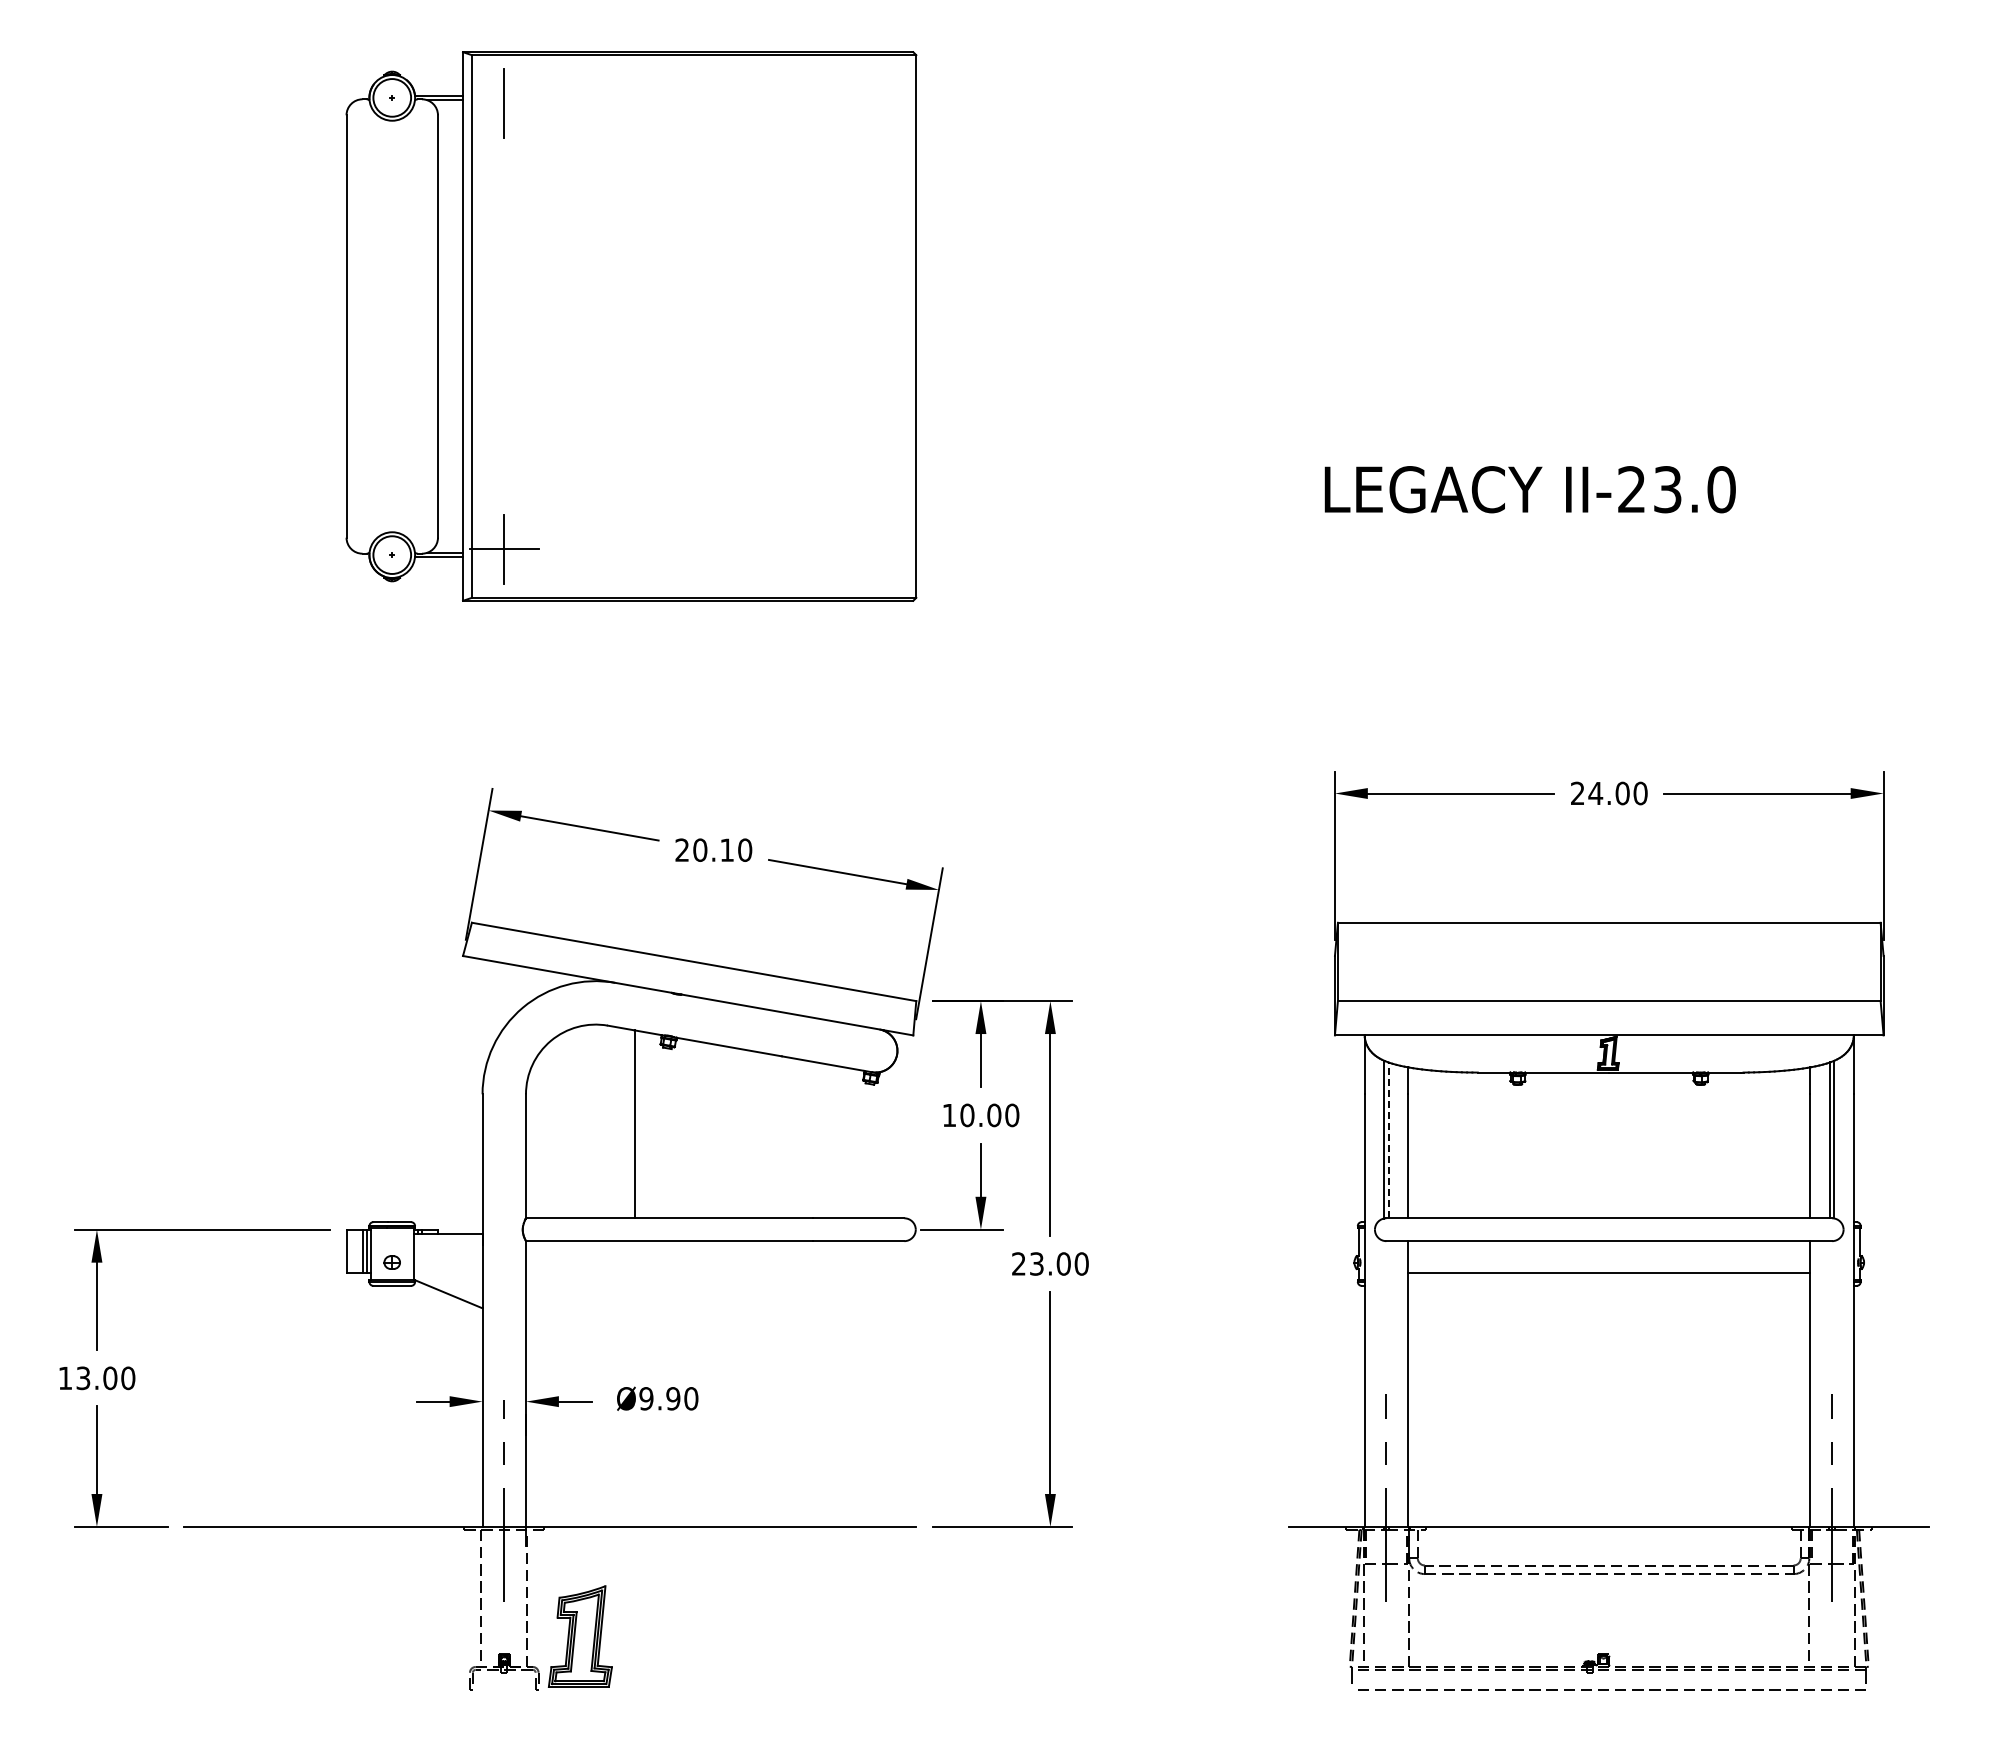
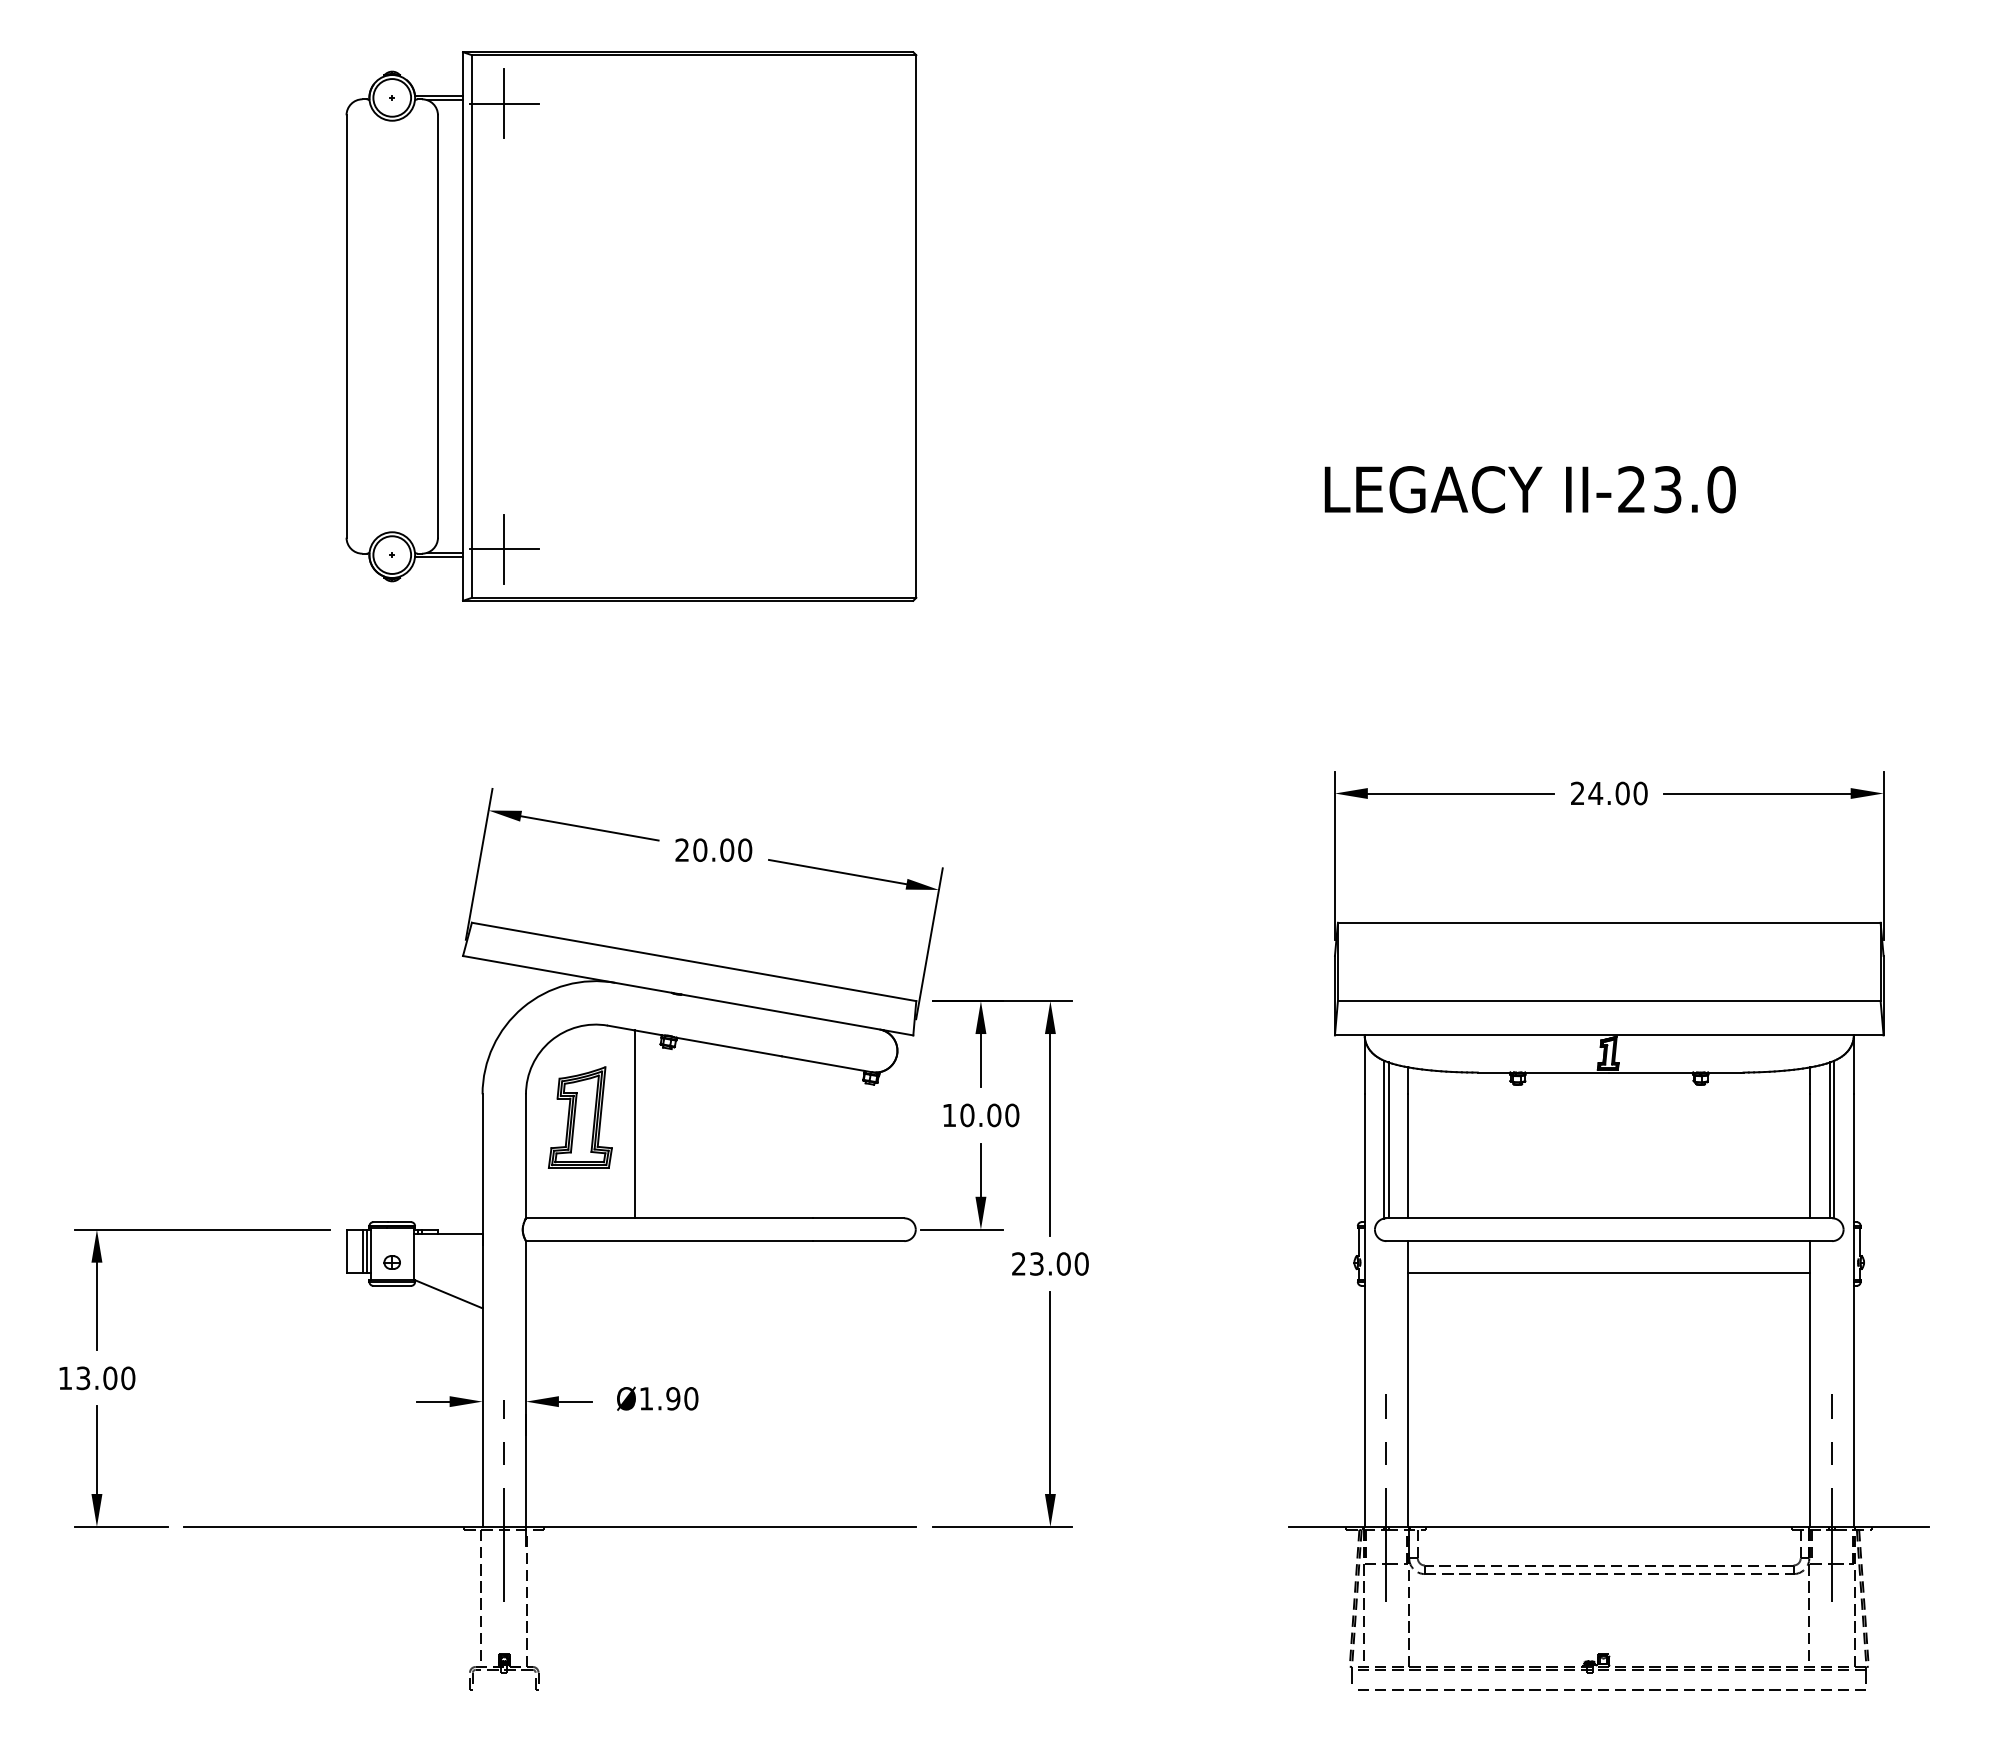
line at (504, 103): none -> present
text at (727, 849): 20.10 -> 20.00
line at (1388, 1140): dashed -> solid
text at (646, 1398): Ø9.90 -> Ø1.90
part at (579, 1636) position: (579, 1636) -> (579, 1117)
